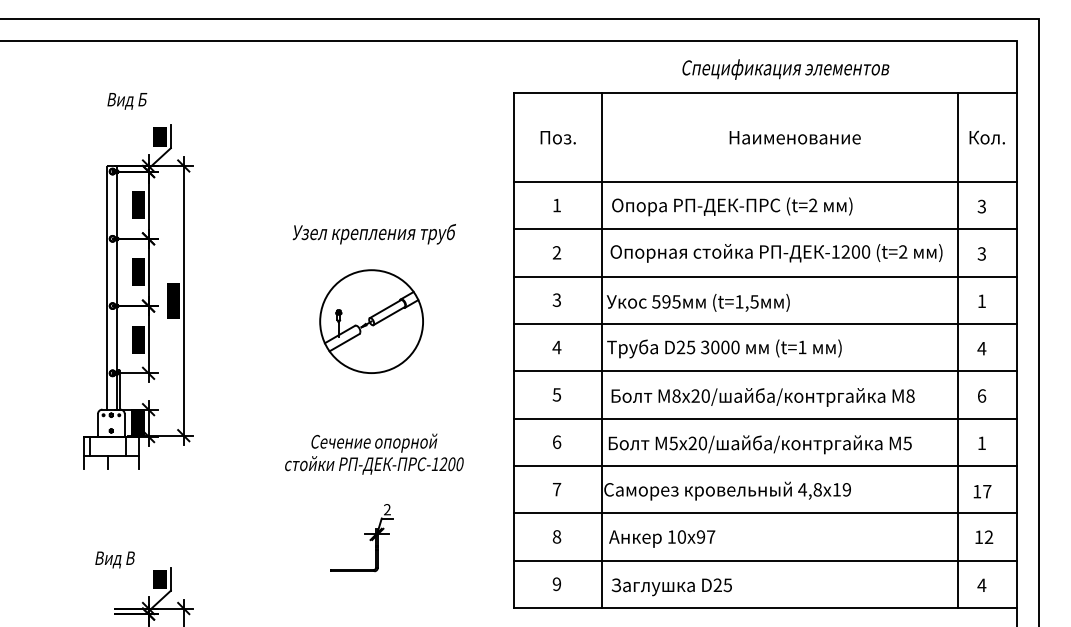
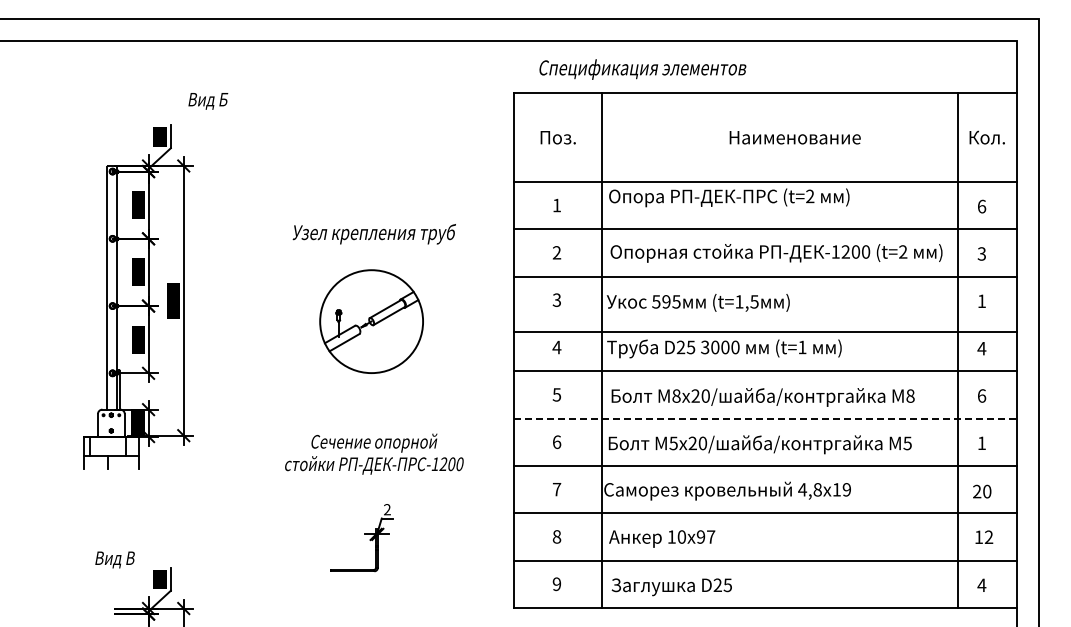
text at (785, 69) position: (785, 69) -> (642, 69)
text at (127, 101) position: (127, 101) -> (208, 101)
text at (732, 206) position: (732, 206) -> (729, 197)
text at (981, 206): 3 -> 6
line at (764, 324) position: (764, 324) -> (764, 332)
line at (765, 418): solid -> dashed
text at (982, 491): 17 -> 20
